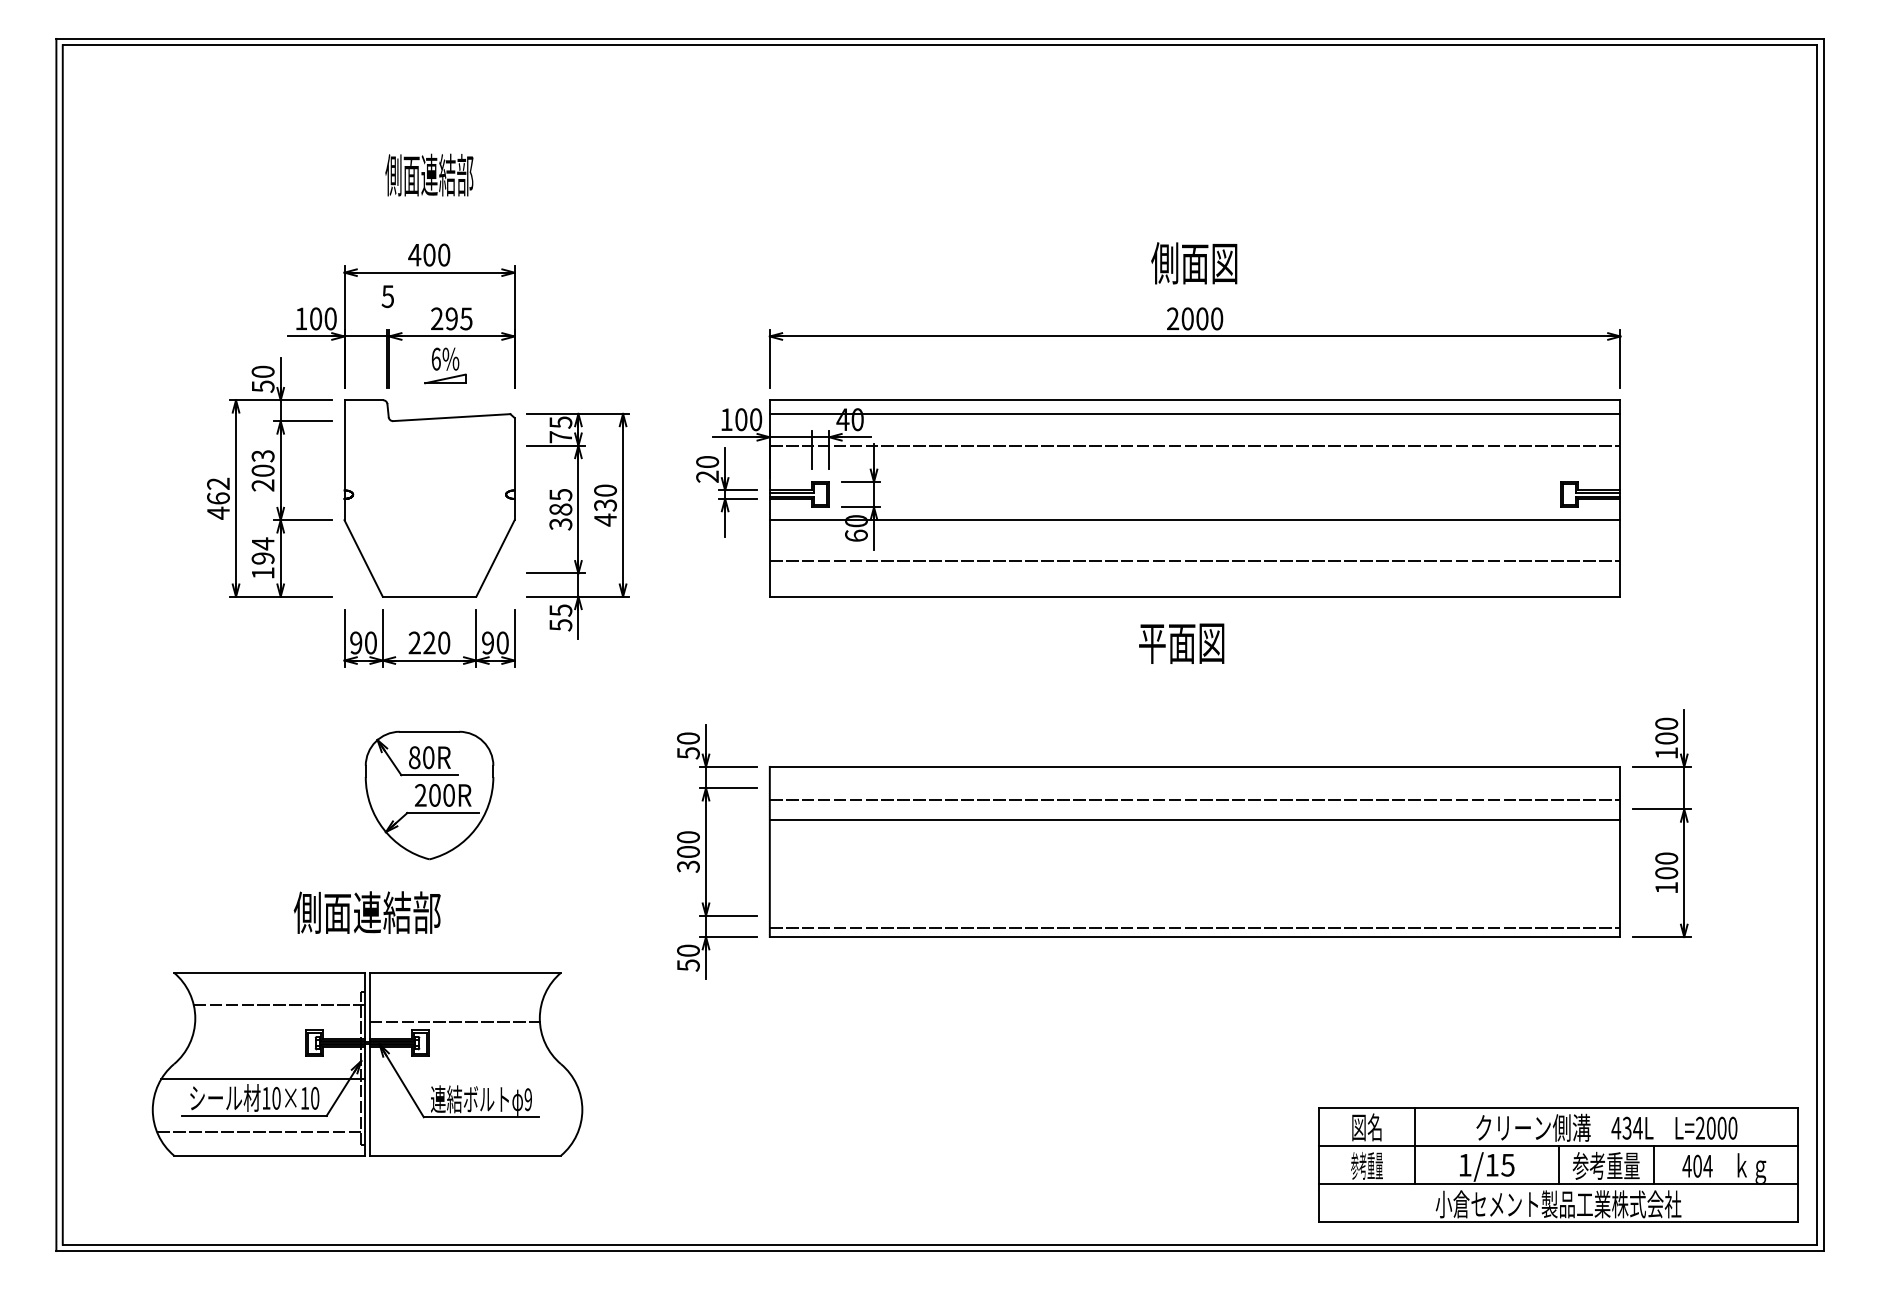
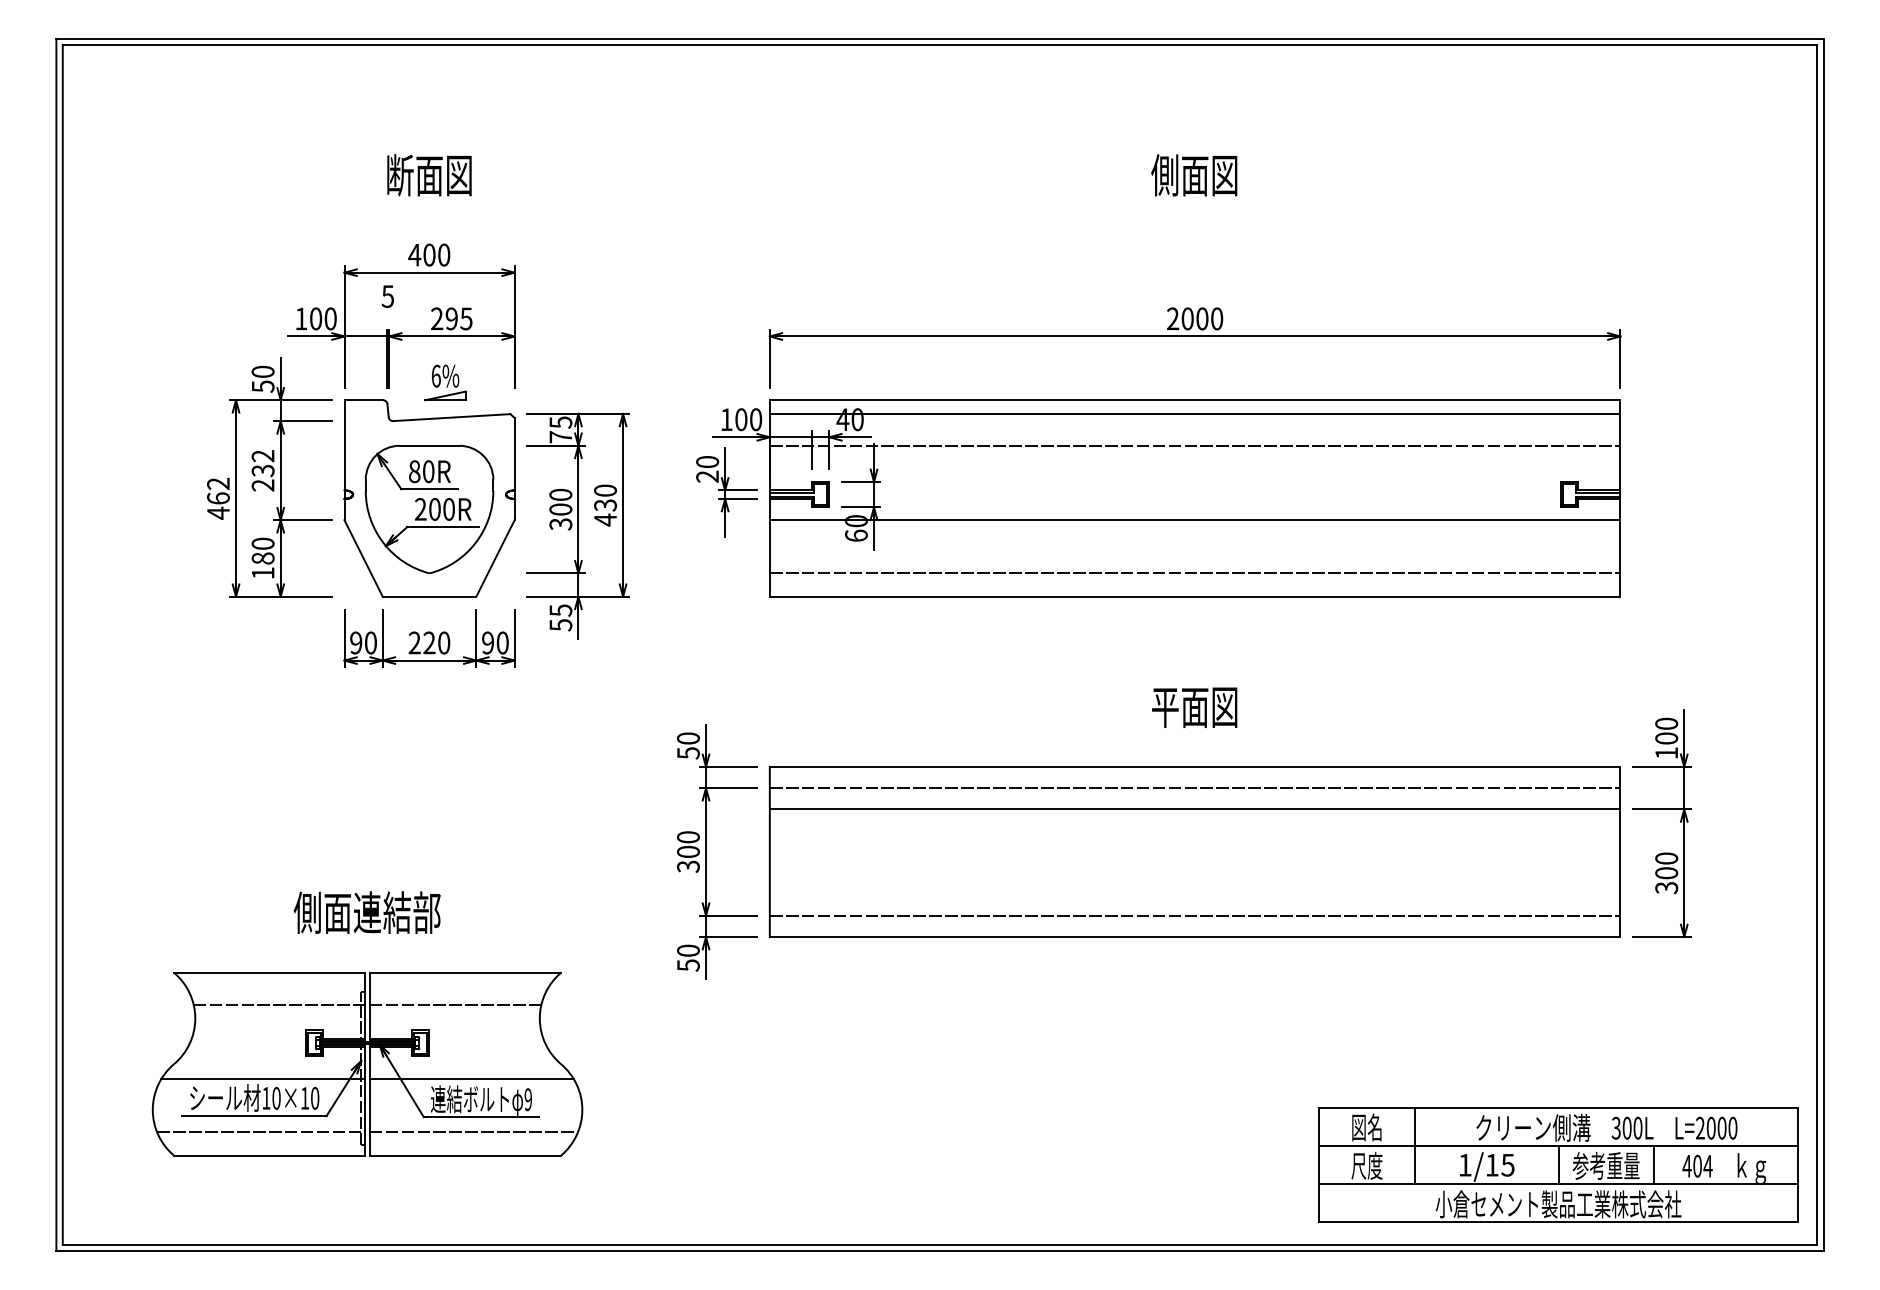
text at (429, 174): 側面連結部 -> 断面図
text at (1194, 263) position: (1194, 263) -> (1194, 175)
part at (445, 365) position: (445, 365) -> (445, 382)
text at (262, 463): 203 -> 232
text at (560, 501): 385 -> 300
text at (262, 550): 194 -> 180
line at (1194, 561) position: (1194, 561) -> (1194, 573)
text at (1181, 643) position: (1181, 643) -> (1194, 707)
part at (429, 795) position: (429, 795) -> (429, 509)
line at (1194, 800) position: (1194, 800) -> (1194, 788)
line at (1194, 820) position: (1194, 820) -> (1194, 809)
text at (1666, 888): 100 -> 300
line at (1194, 927) position: (1194, 927) -> (1194, 915)
line at (455, 1021) position: (455, 1021) -> (455, 1004)
line at (471, 1079): none -> present
text at (1626, 1127): 434L -> 300L
line at (473, 1132): none -> present
text at (1366, 1165): 参考重量 -> 尺度
